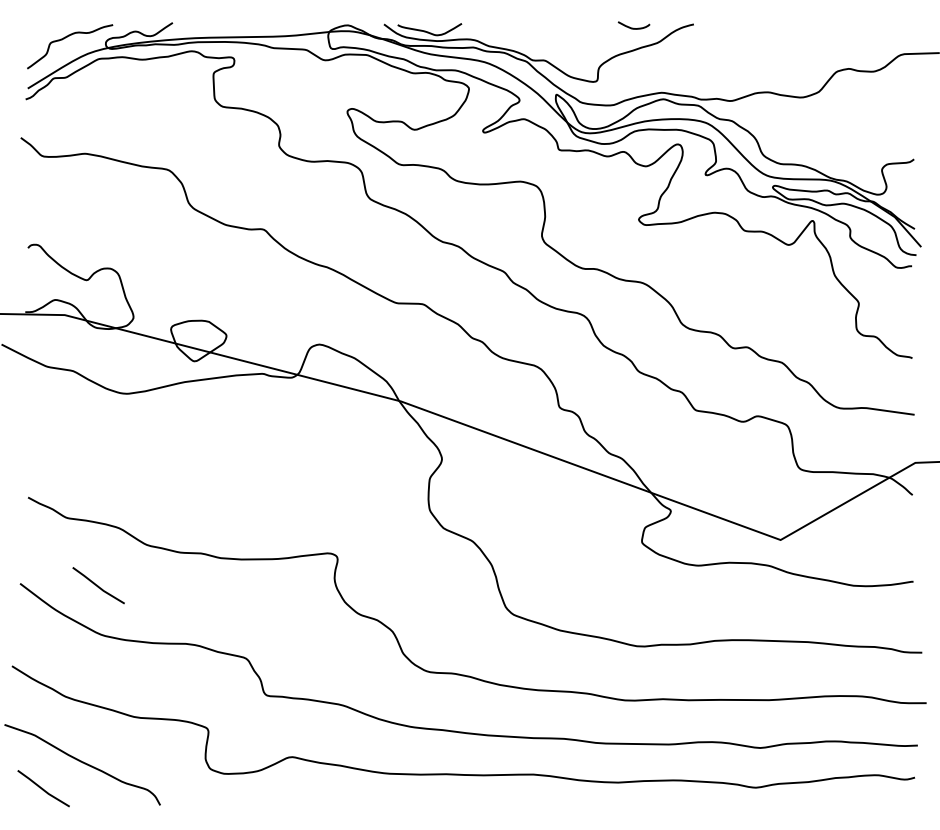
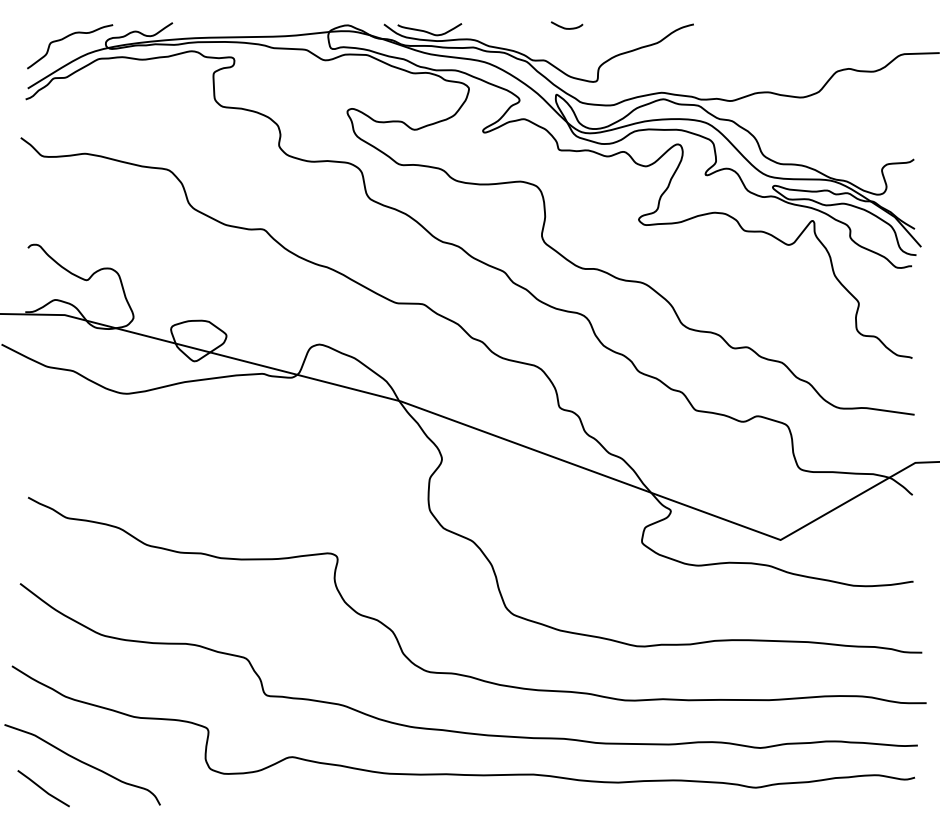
curve at (633, 27) position: (633, 27) -> (566, 27)
line at (98, 585): present -> none
